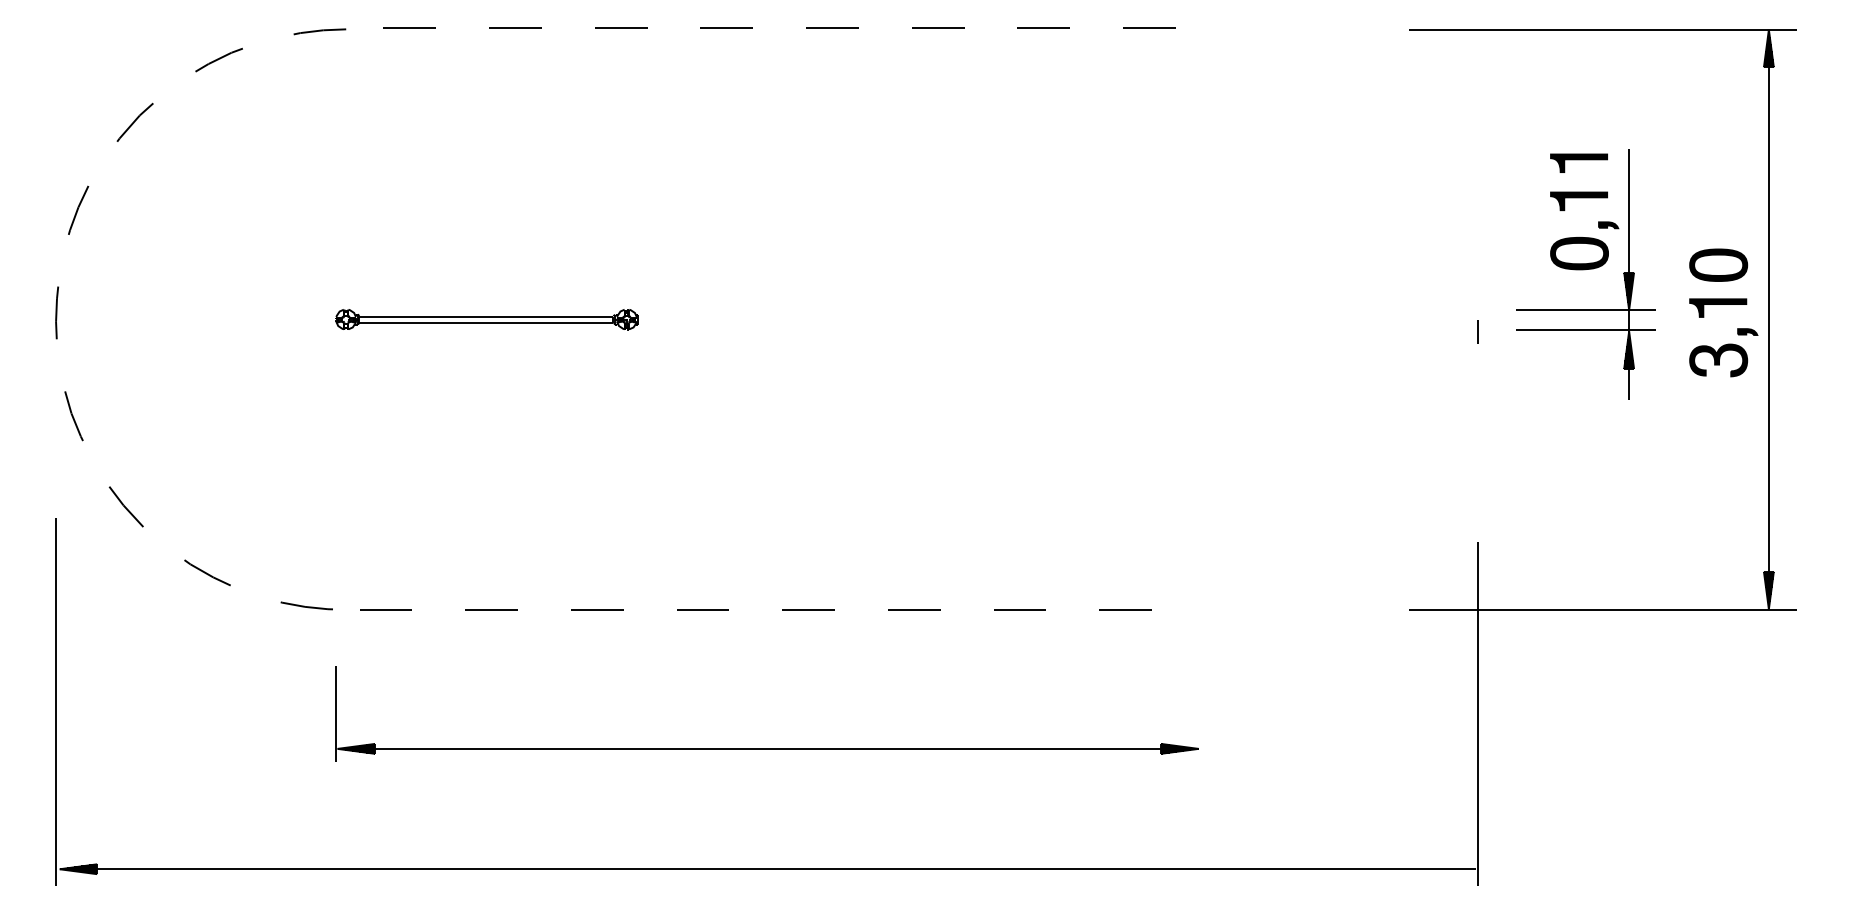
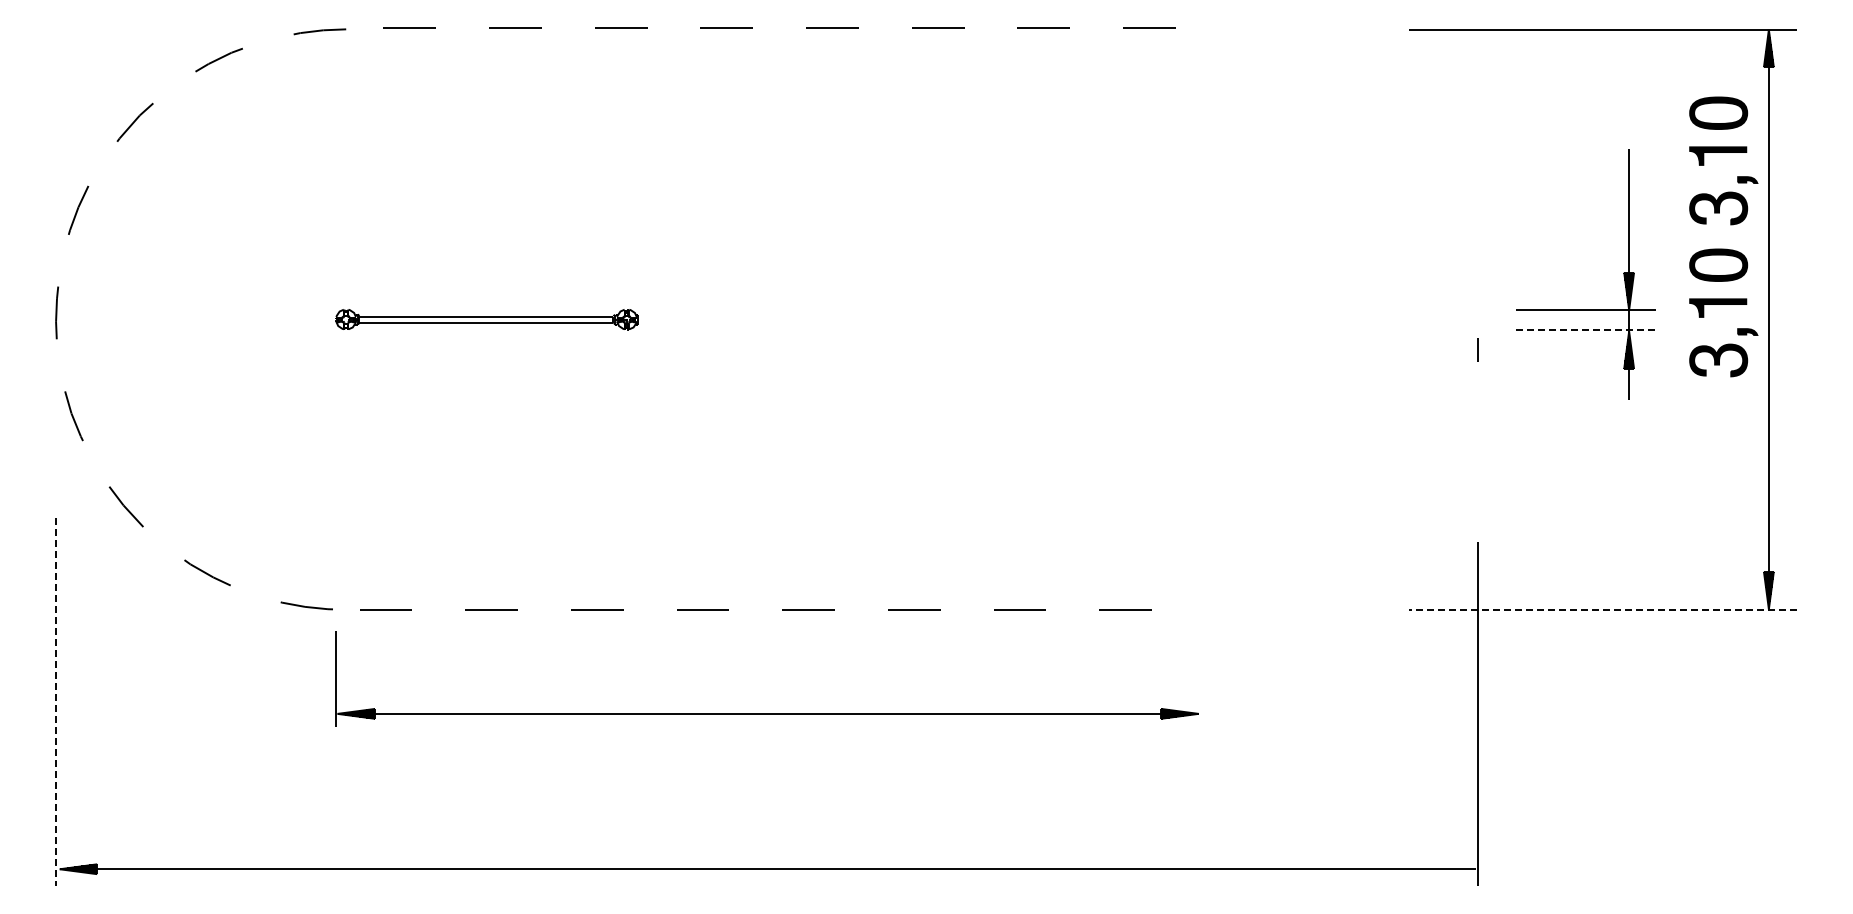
part at (1723, 152): none -> present
part at (1584, 198): present -> none
line at (1586, 329): solid -> dashed
line at (1477, 331) position: (1477, 331) -> (1477, 349)
line at (1602, 610): solid -> dashed
line at (55, 702): solid -> dashed
part at (766, 748) position: (766, 748) -> (766, 713)
